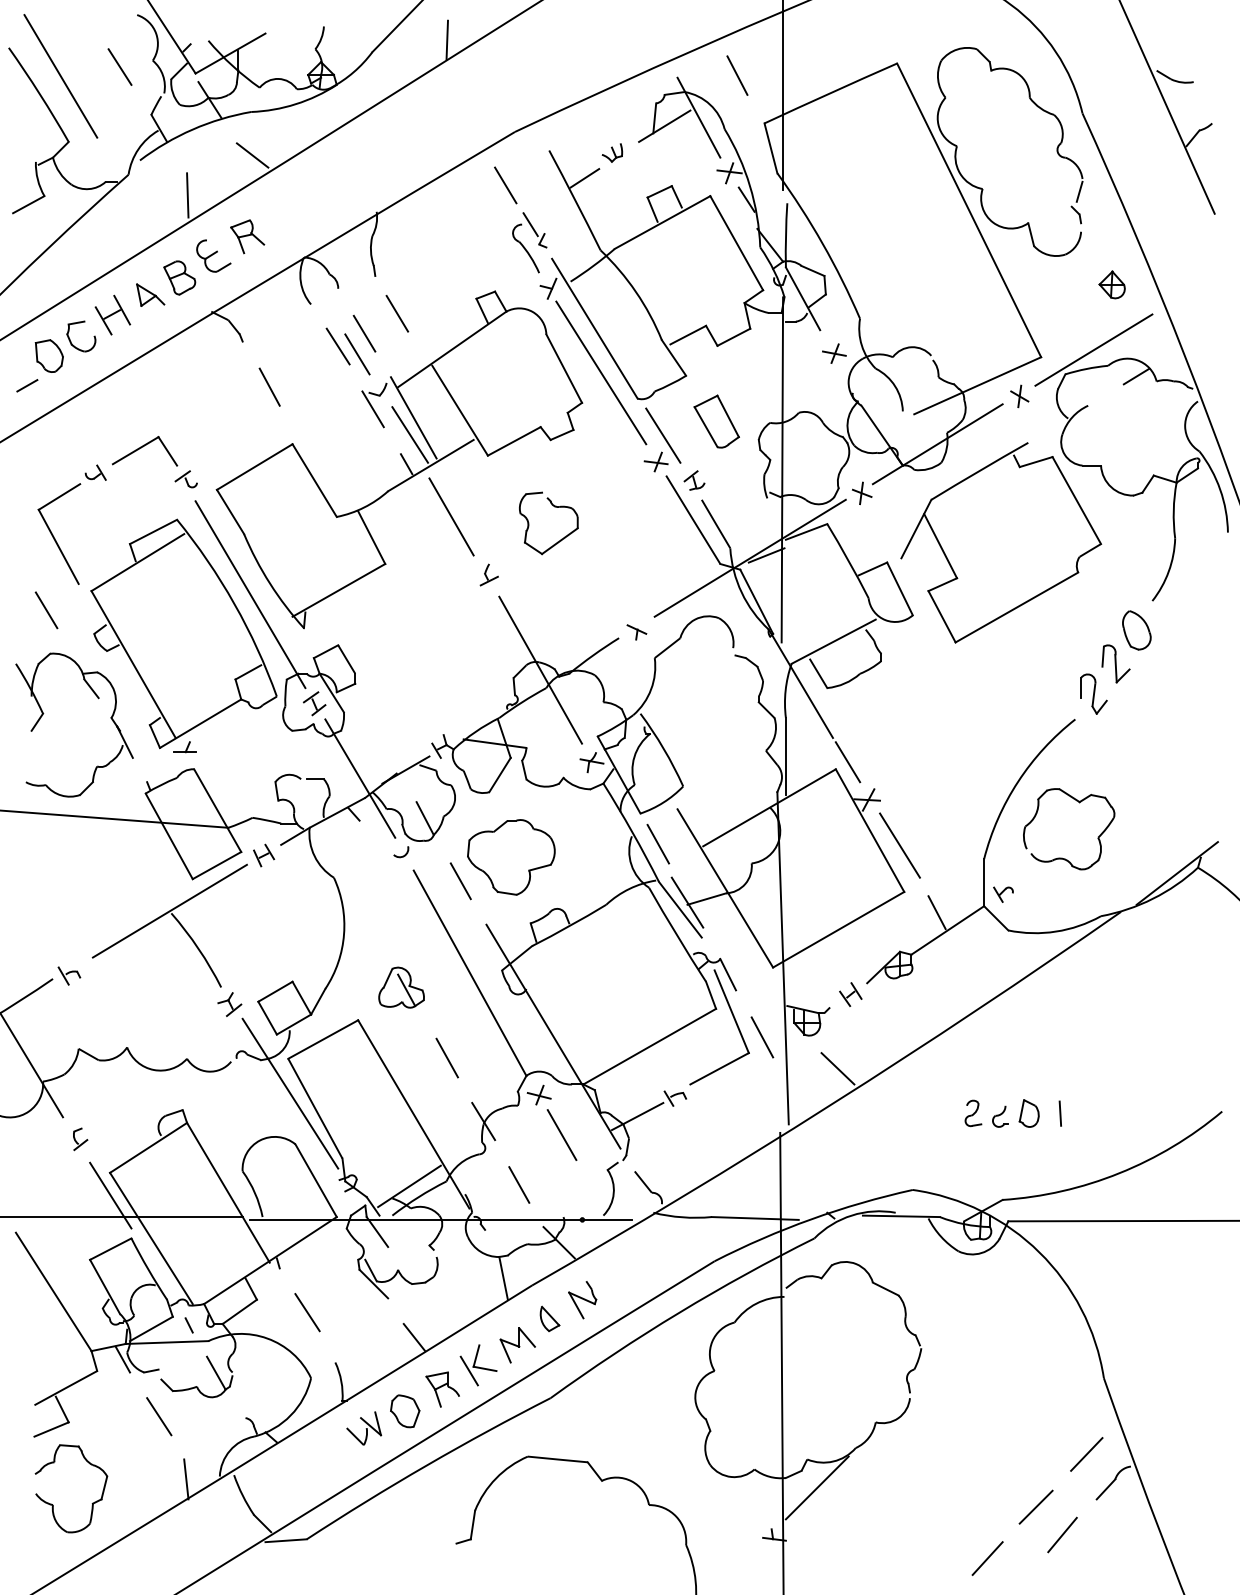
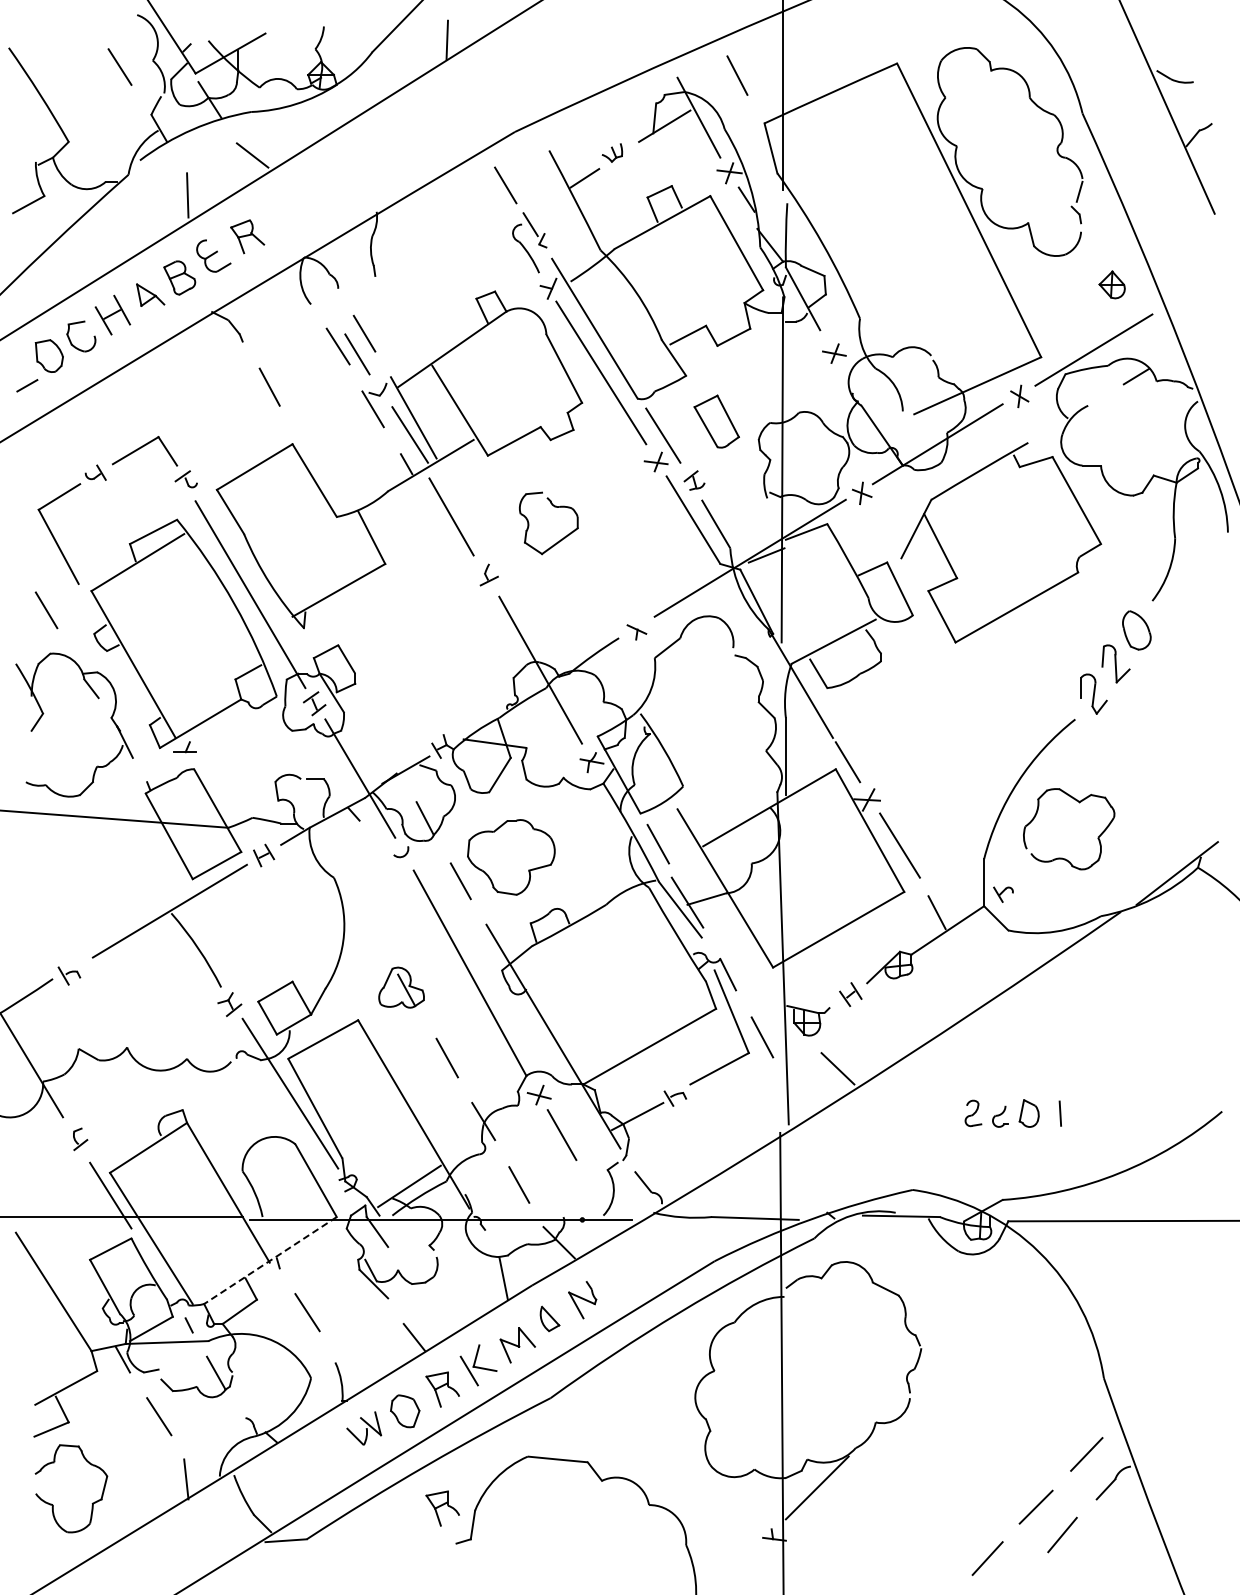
line at (60, 76): present -> none
line at (397, 313): present -> none
line at (270, 1260): solid -> dashed
part at (442, 1508): none -> present
